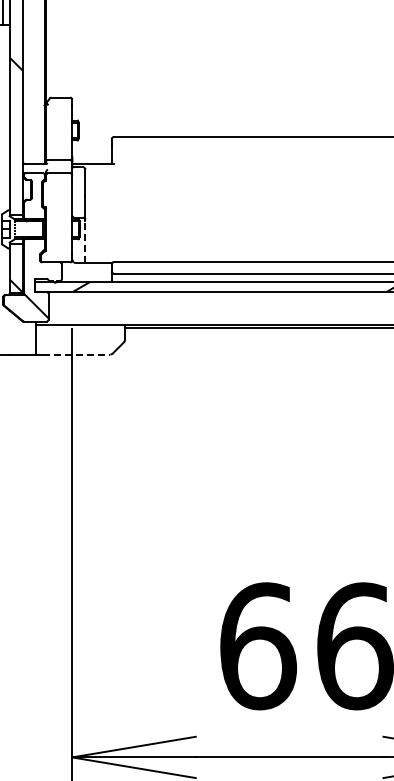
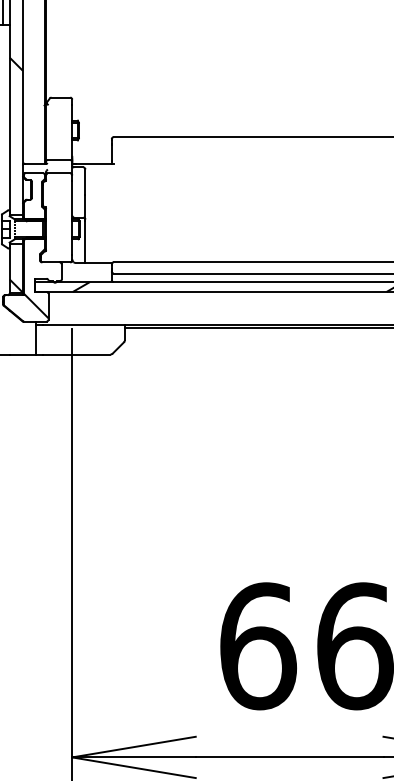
line at (85, 241): dashed -> solid
line at (76, 354): dashed -> solid
